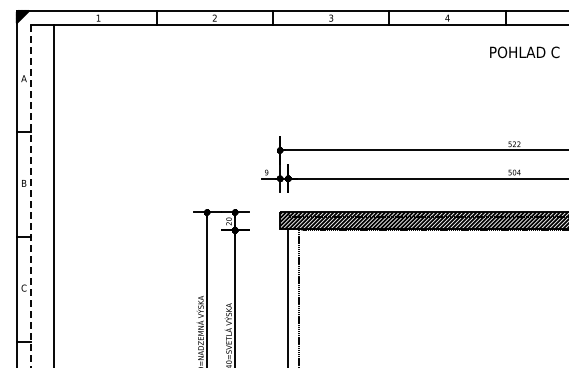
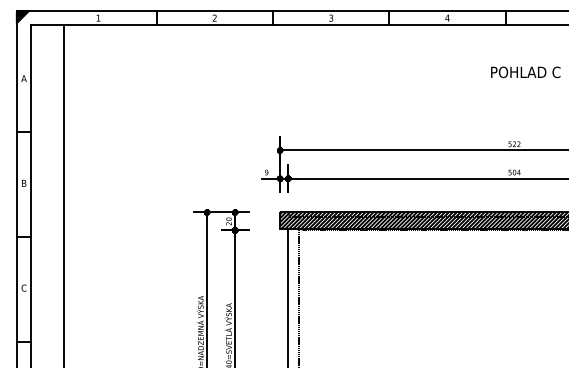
text at (524, 52) position: (524, 52) -> (525, 72)
line at (53, 194) position: (53, 194) -> (63, 194)
line at (31, 196): dashed -> solid
